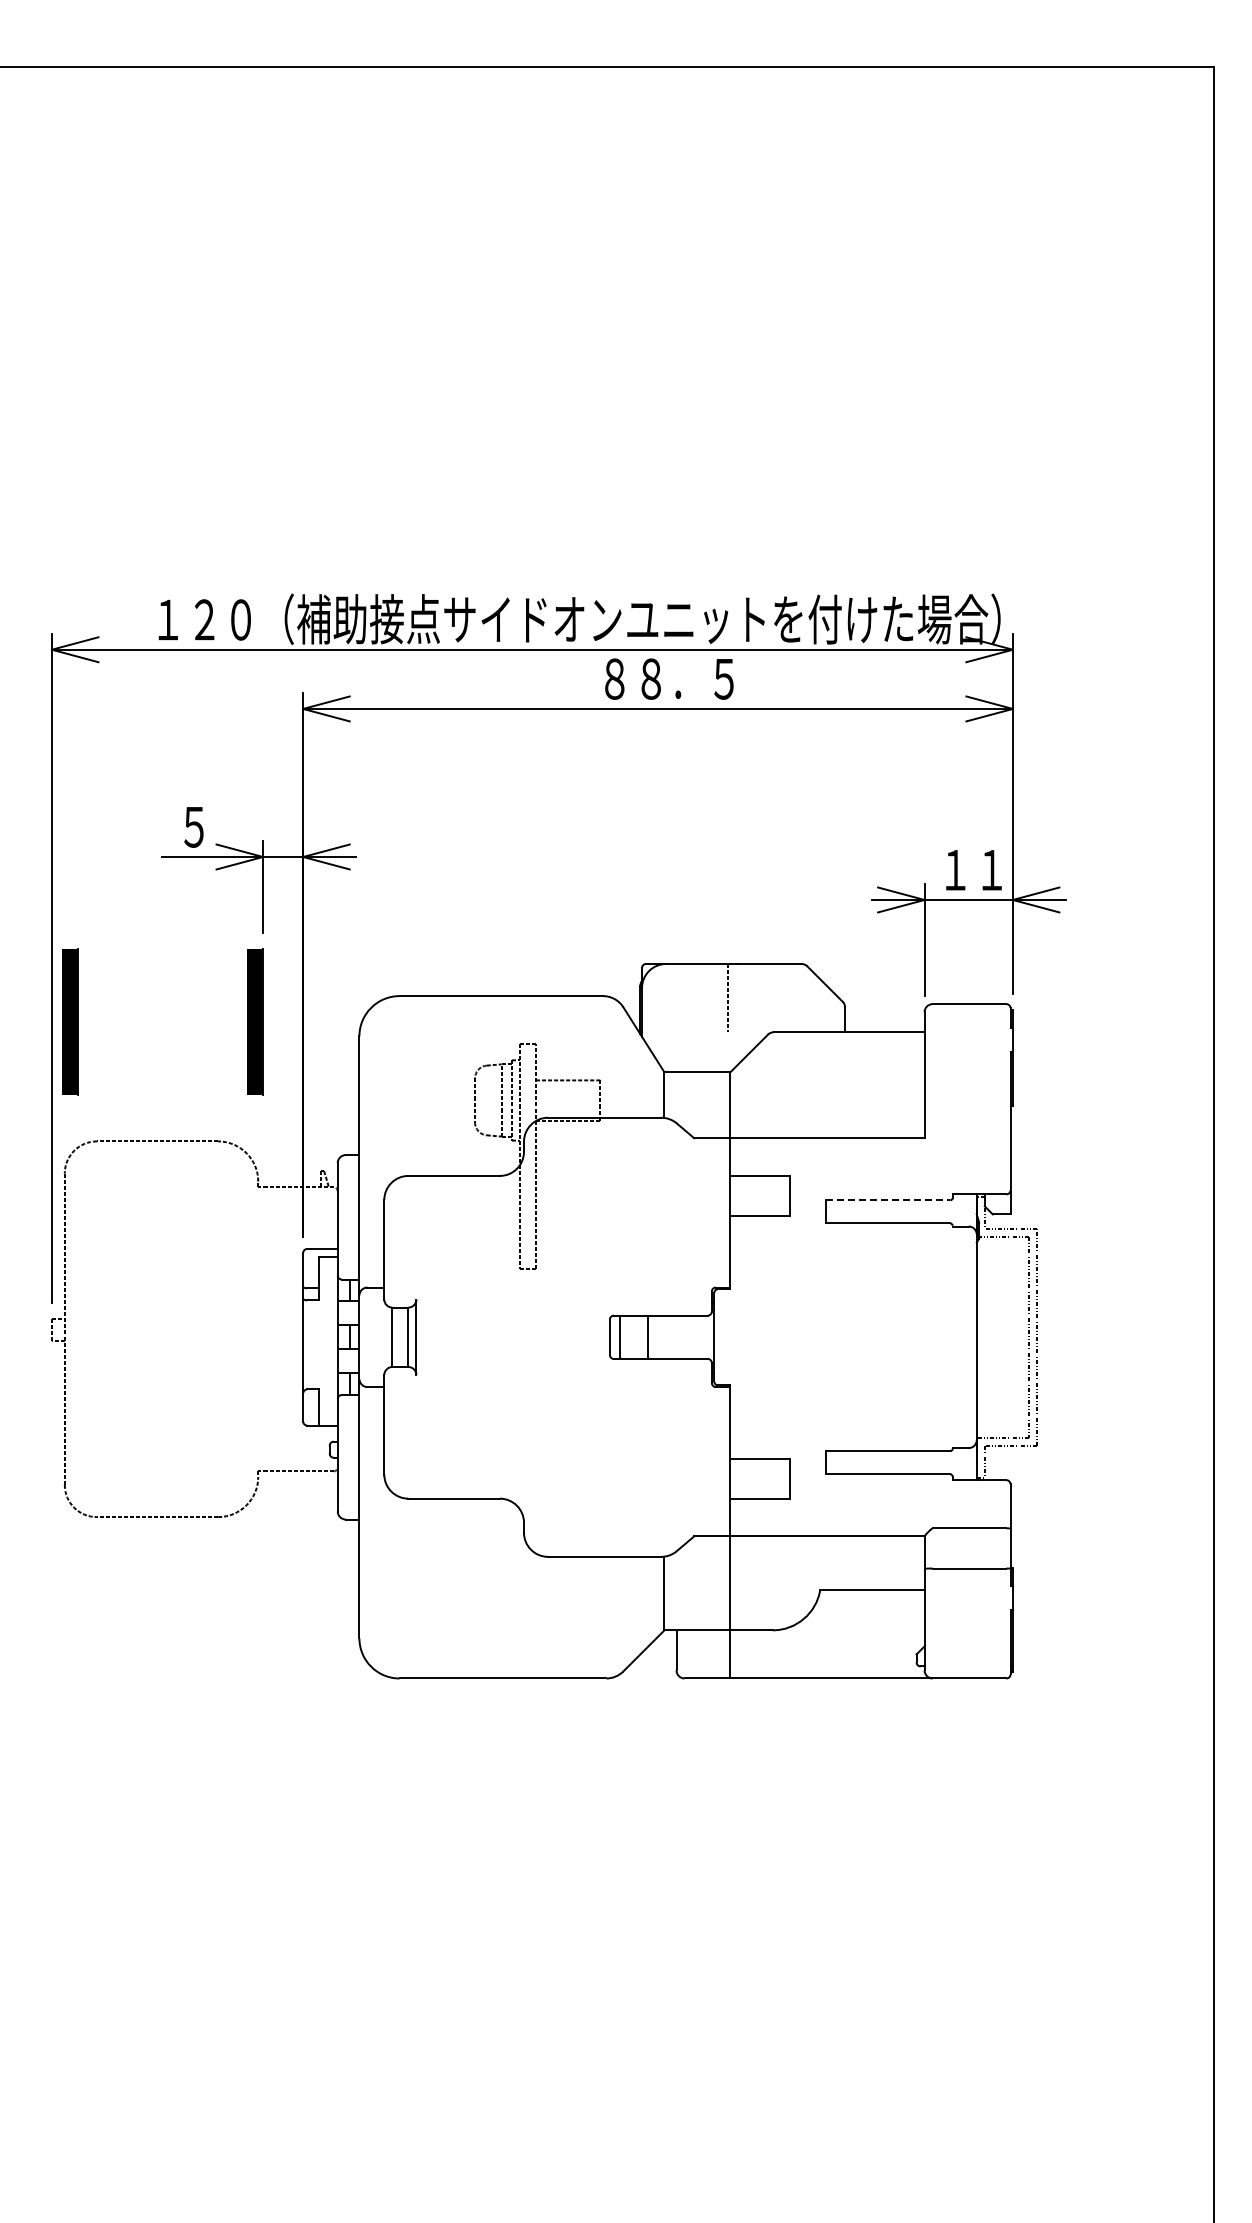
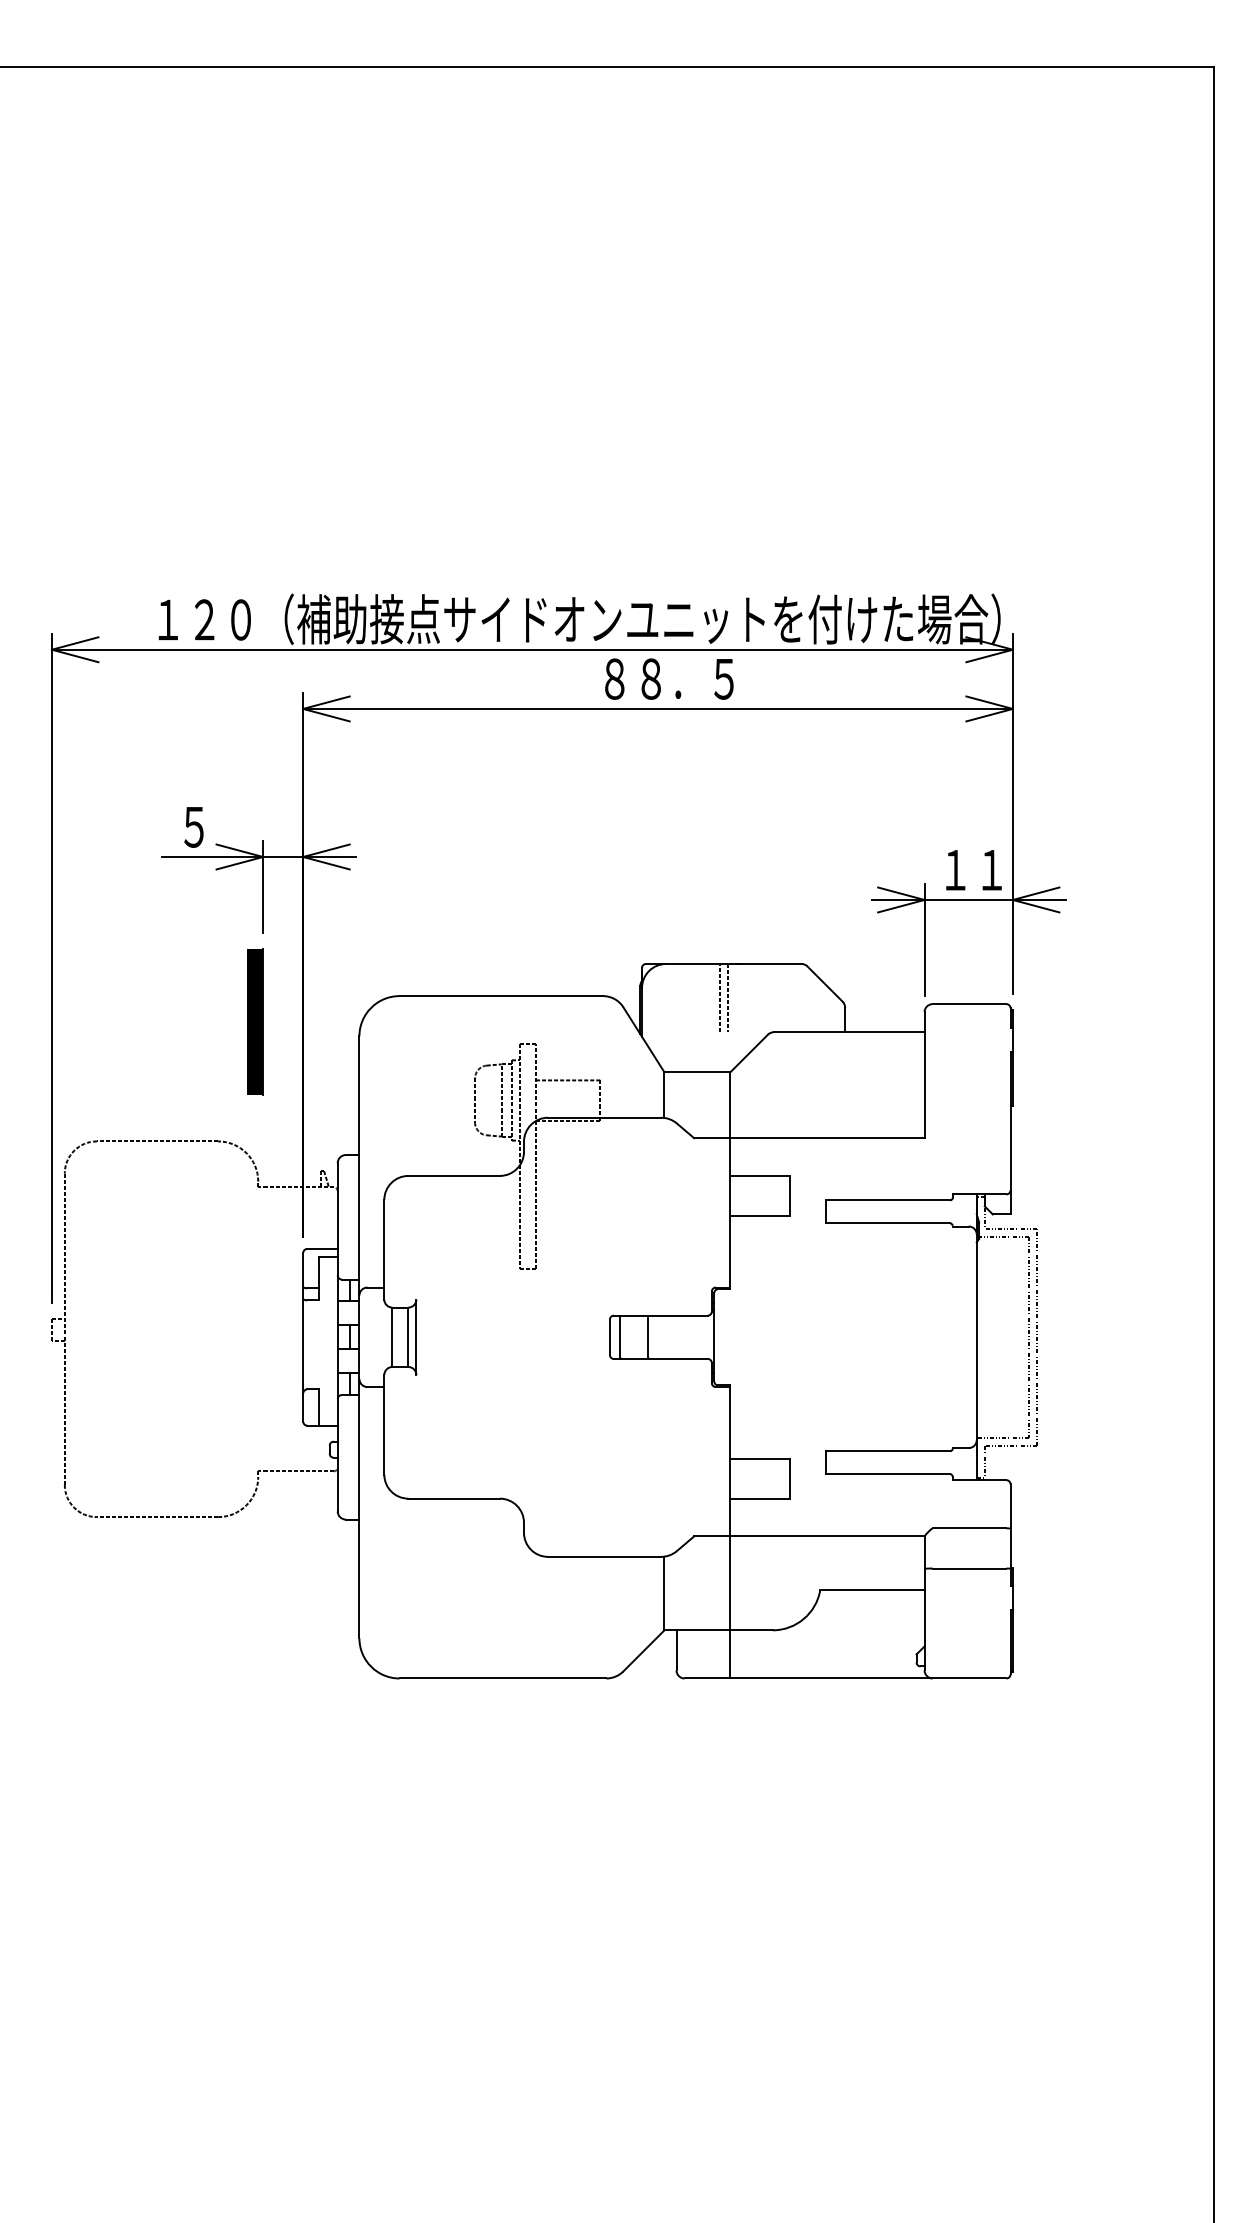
line at (719, 998): none -> present
part at (70, 1021): present -> none
line at (888, 1200): dashed -> solid
